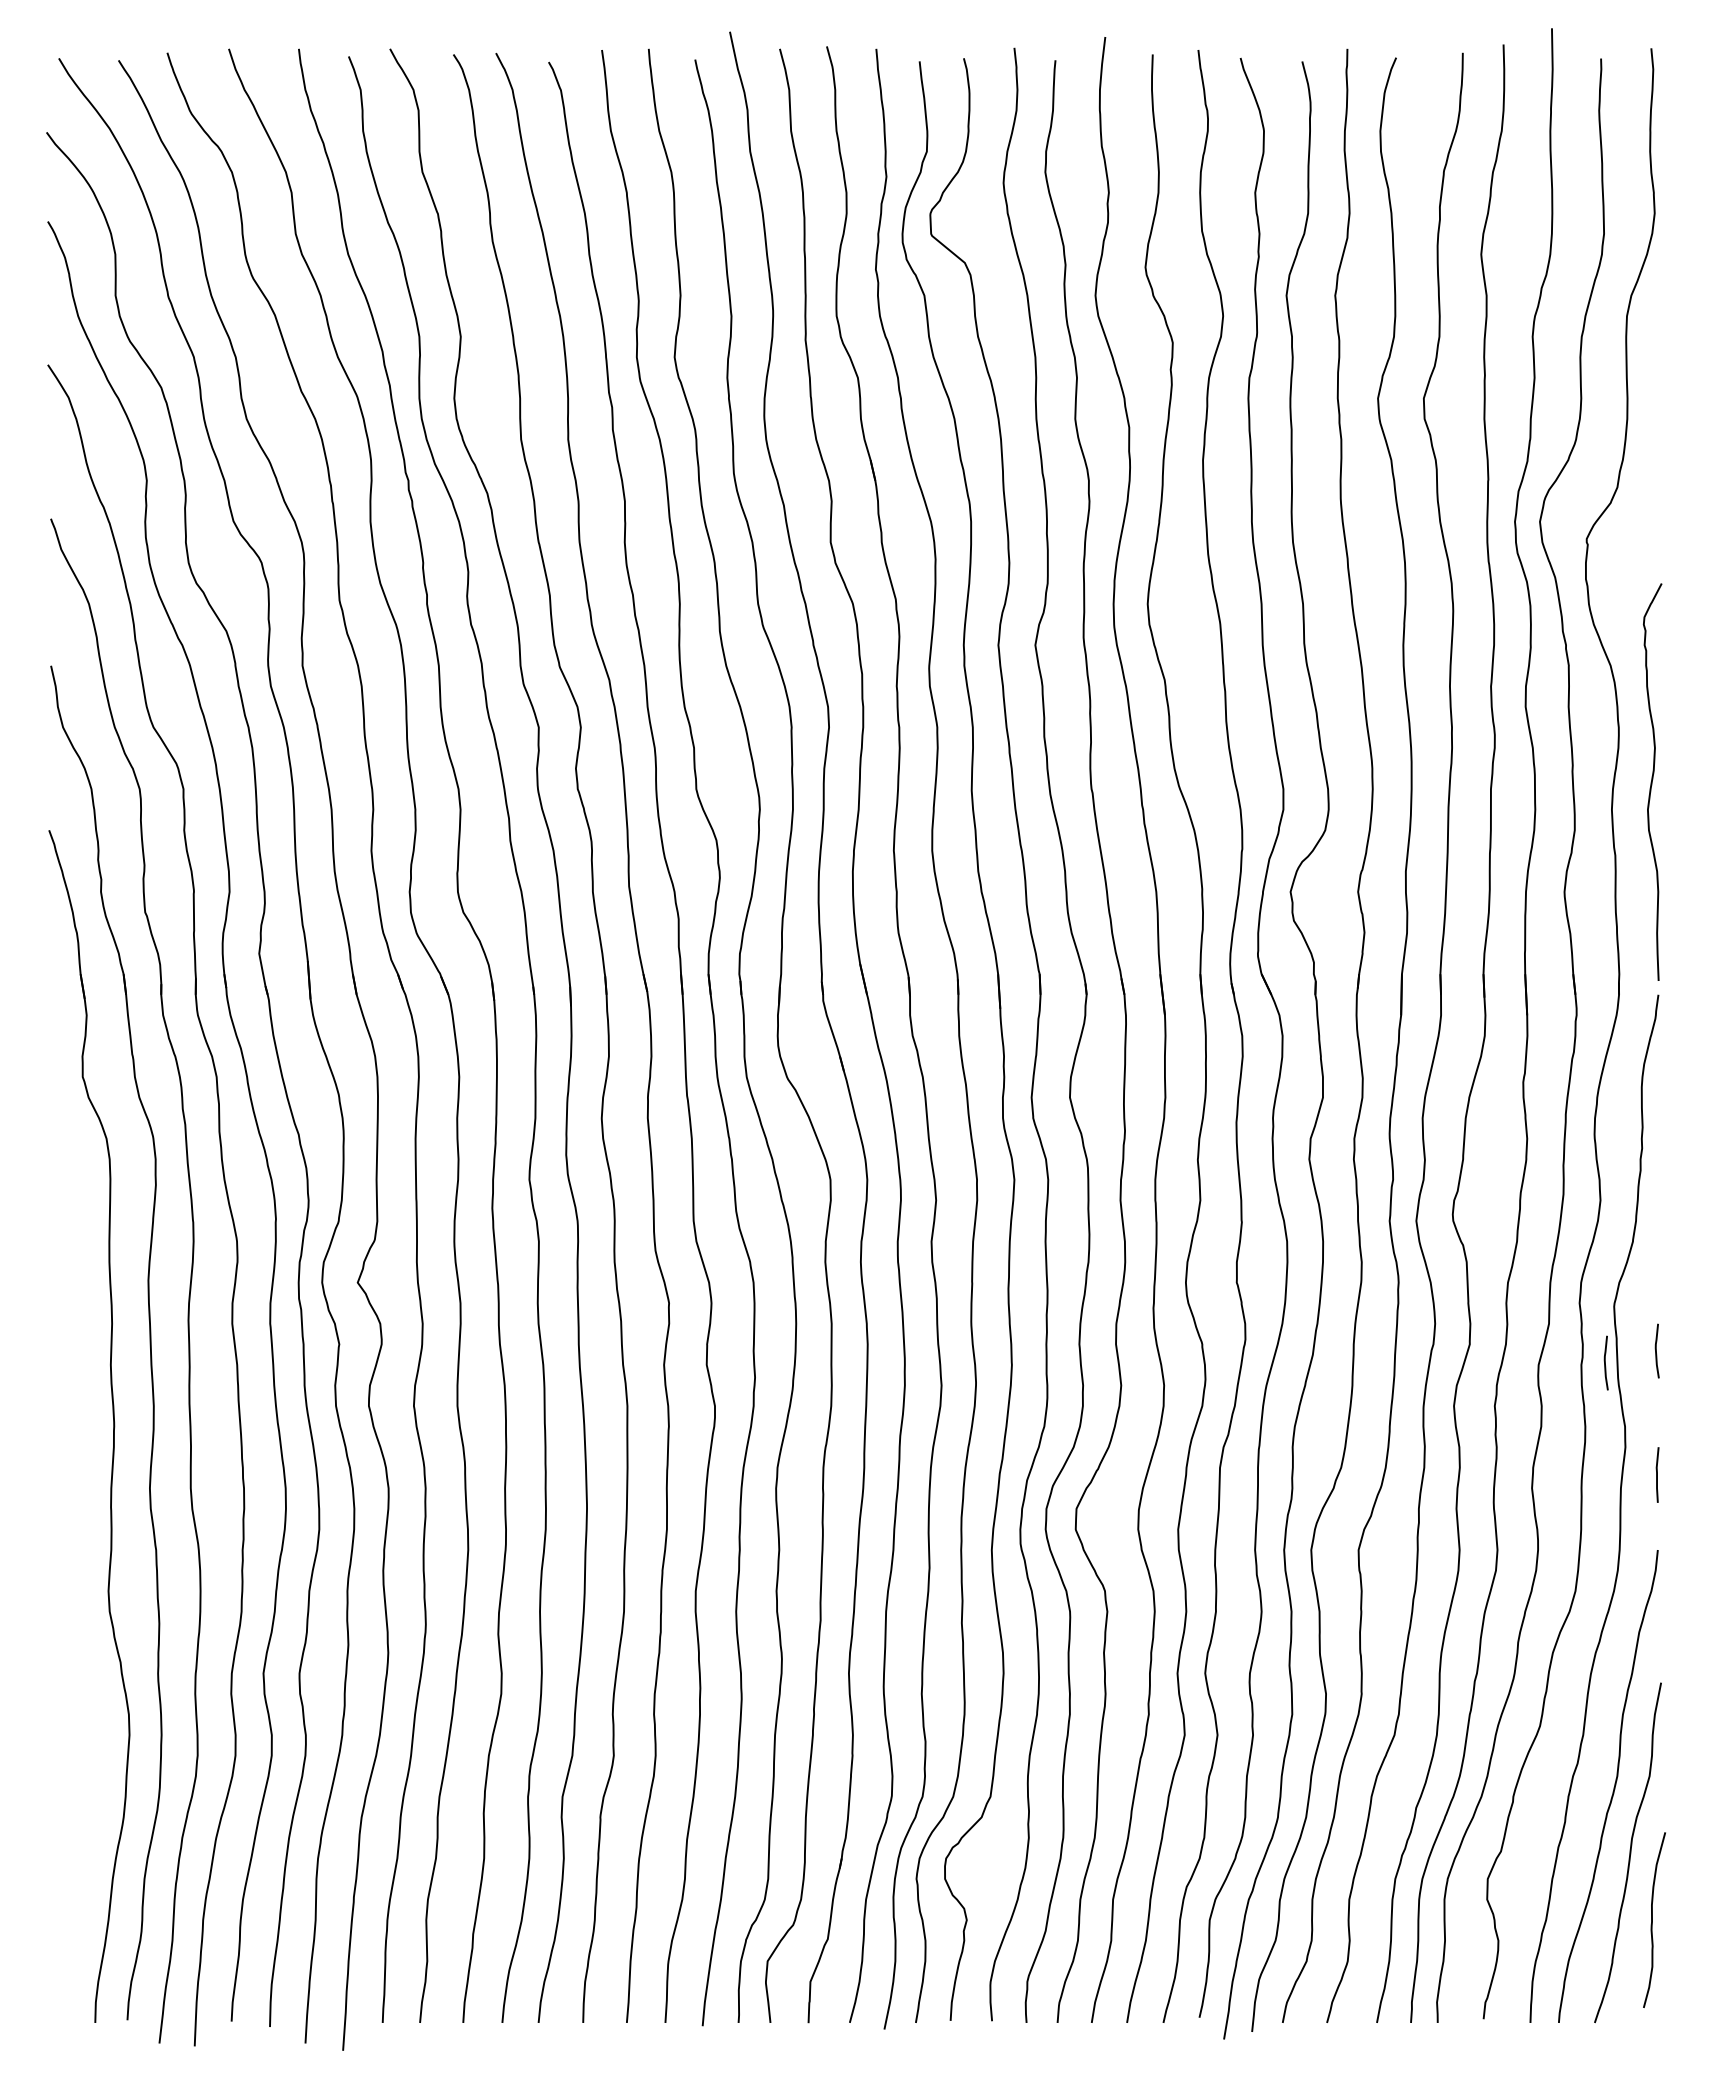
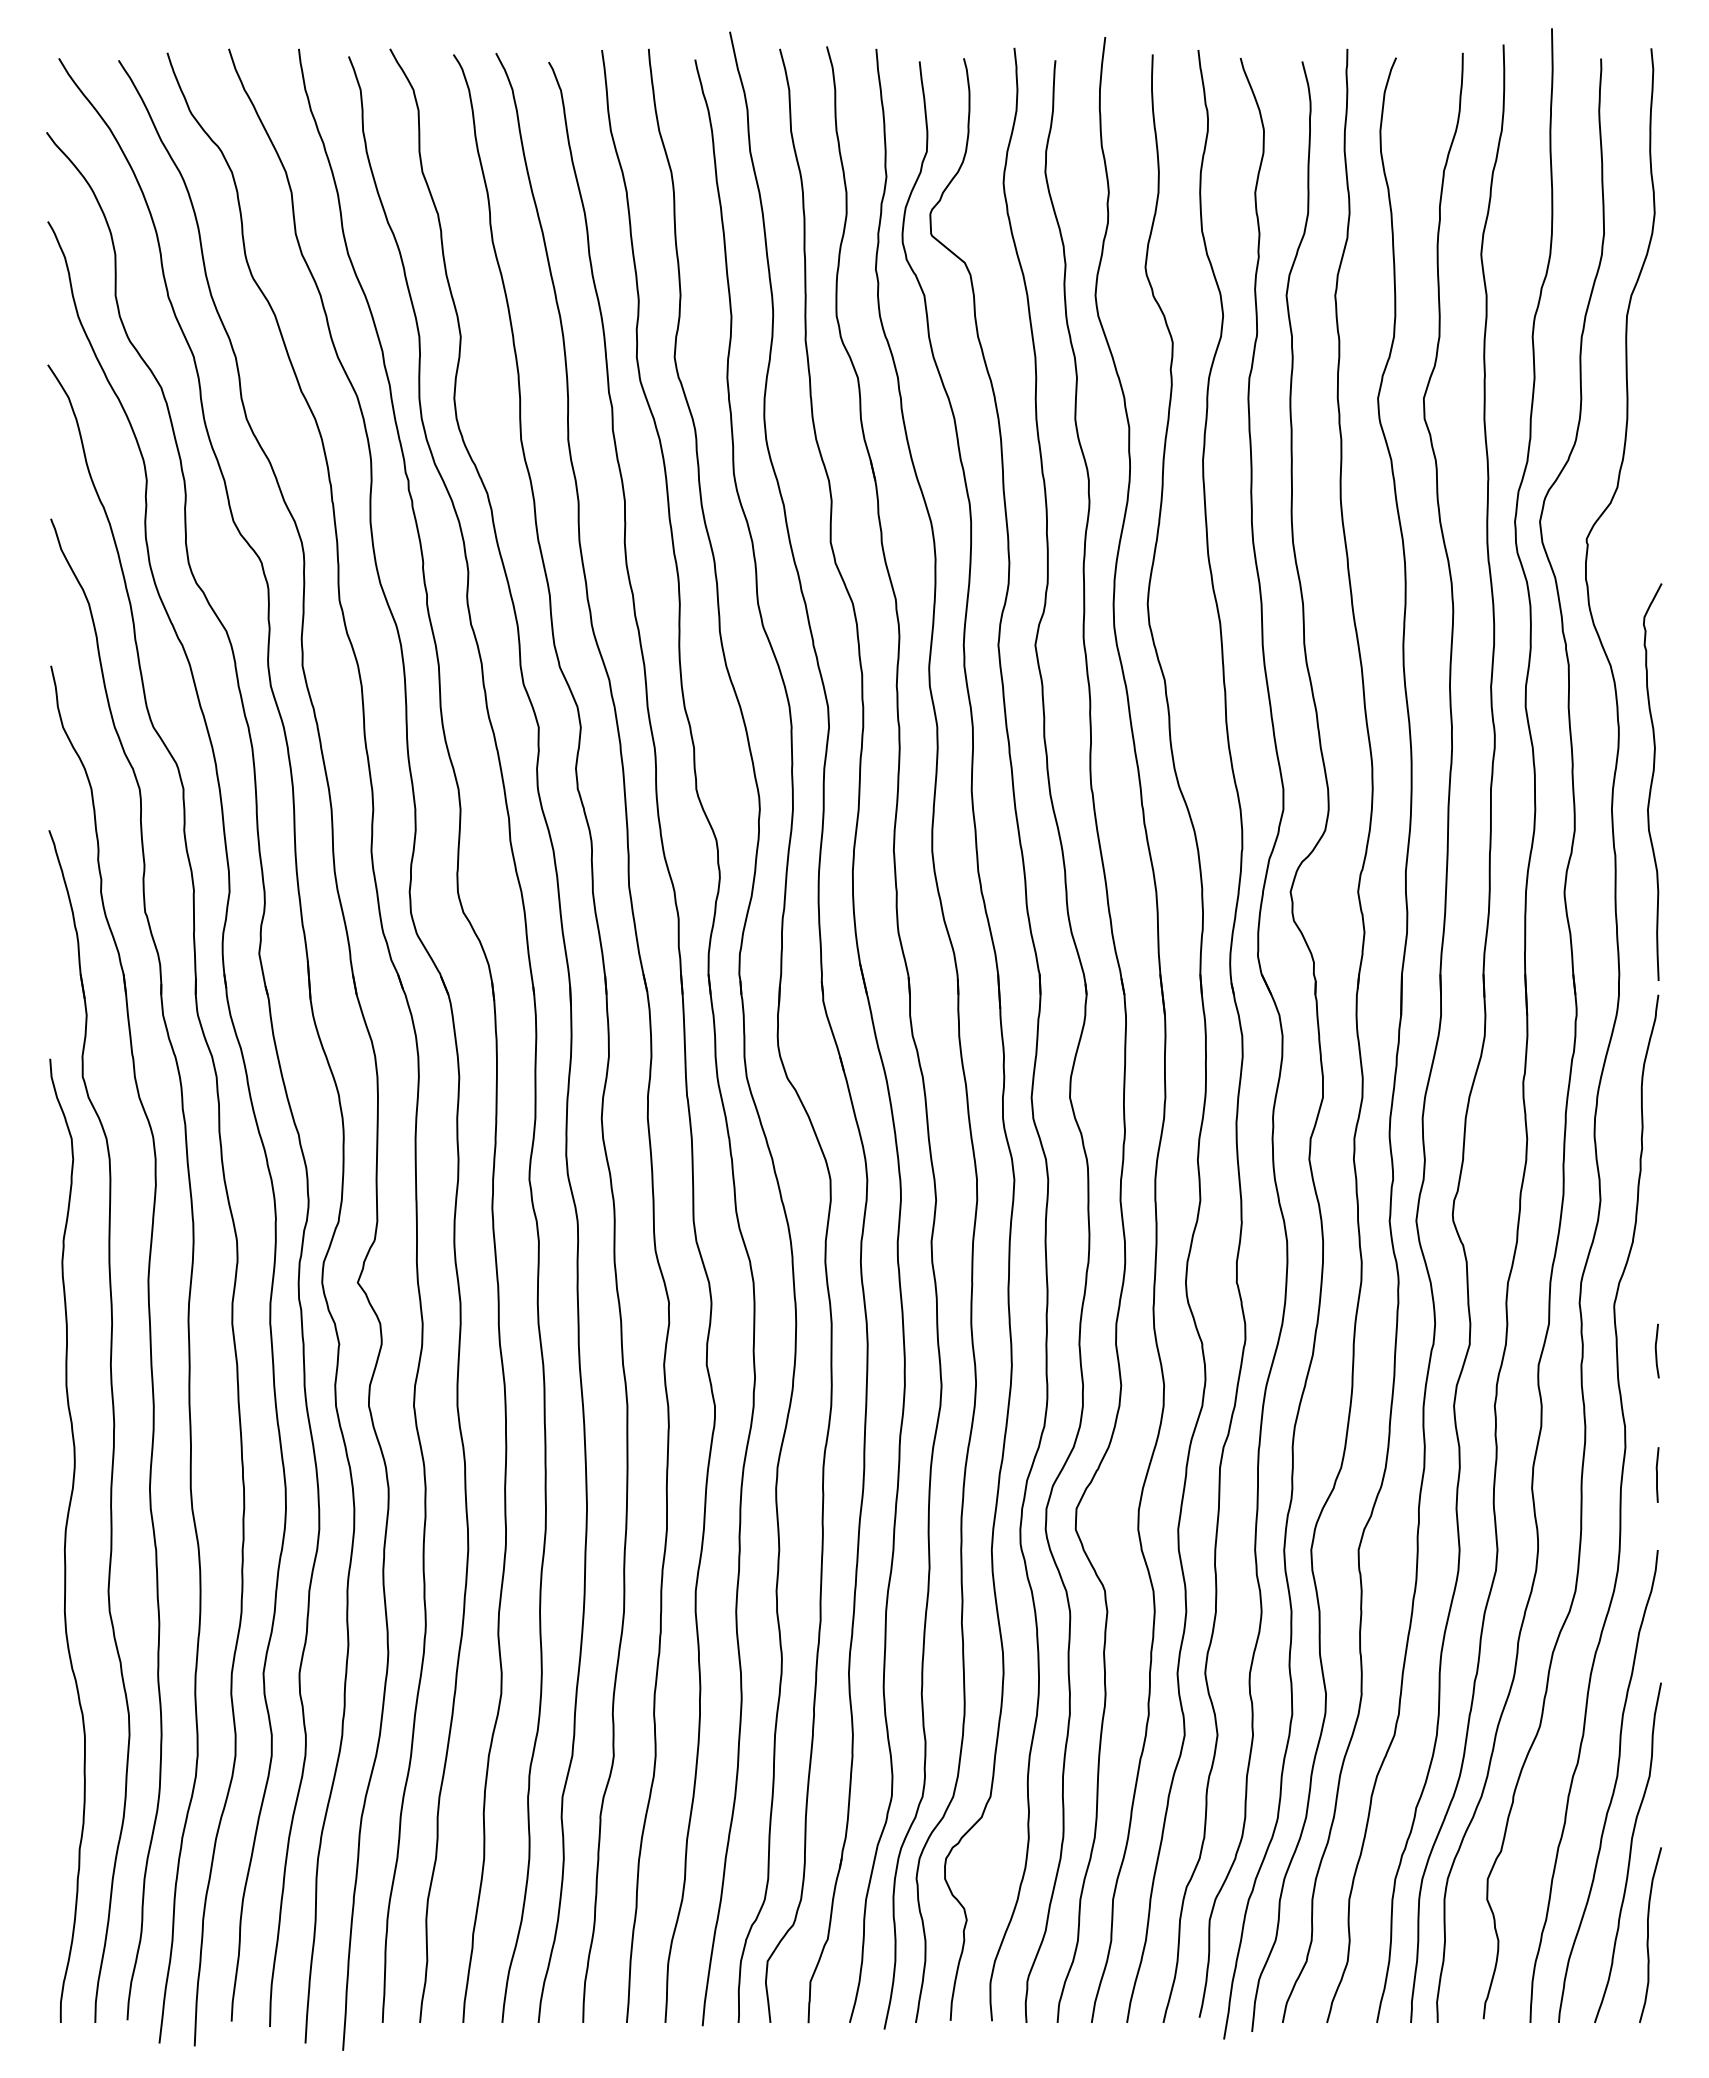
curve at (1605, 1362): present -> none
curve at (66, 1540): none -> present
curve at (1652, 1919) position: (1652, 1919) -> (1648, 1934)
